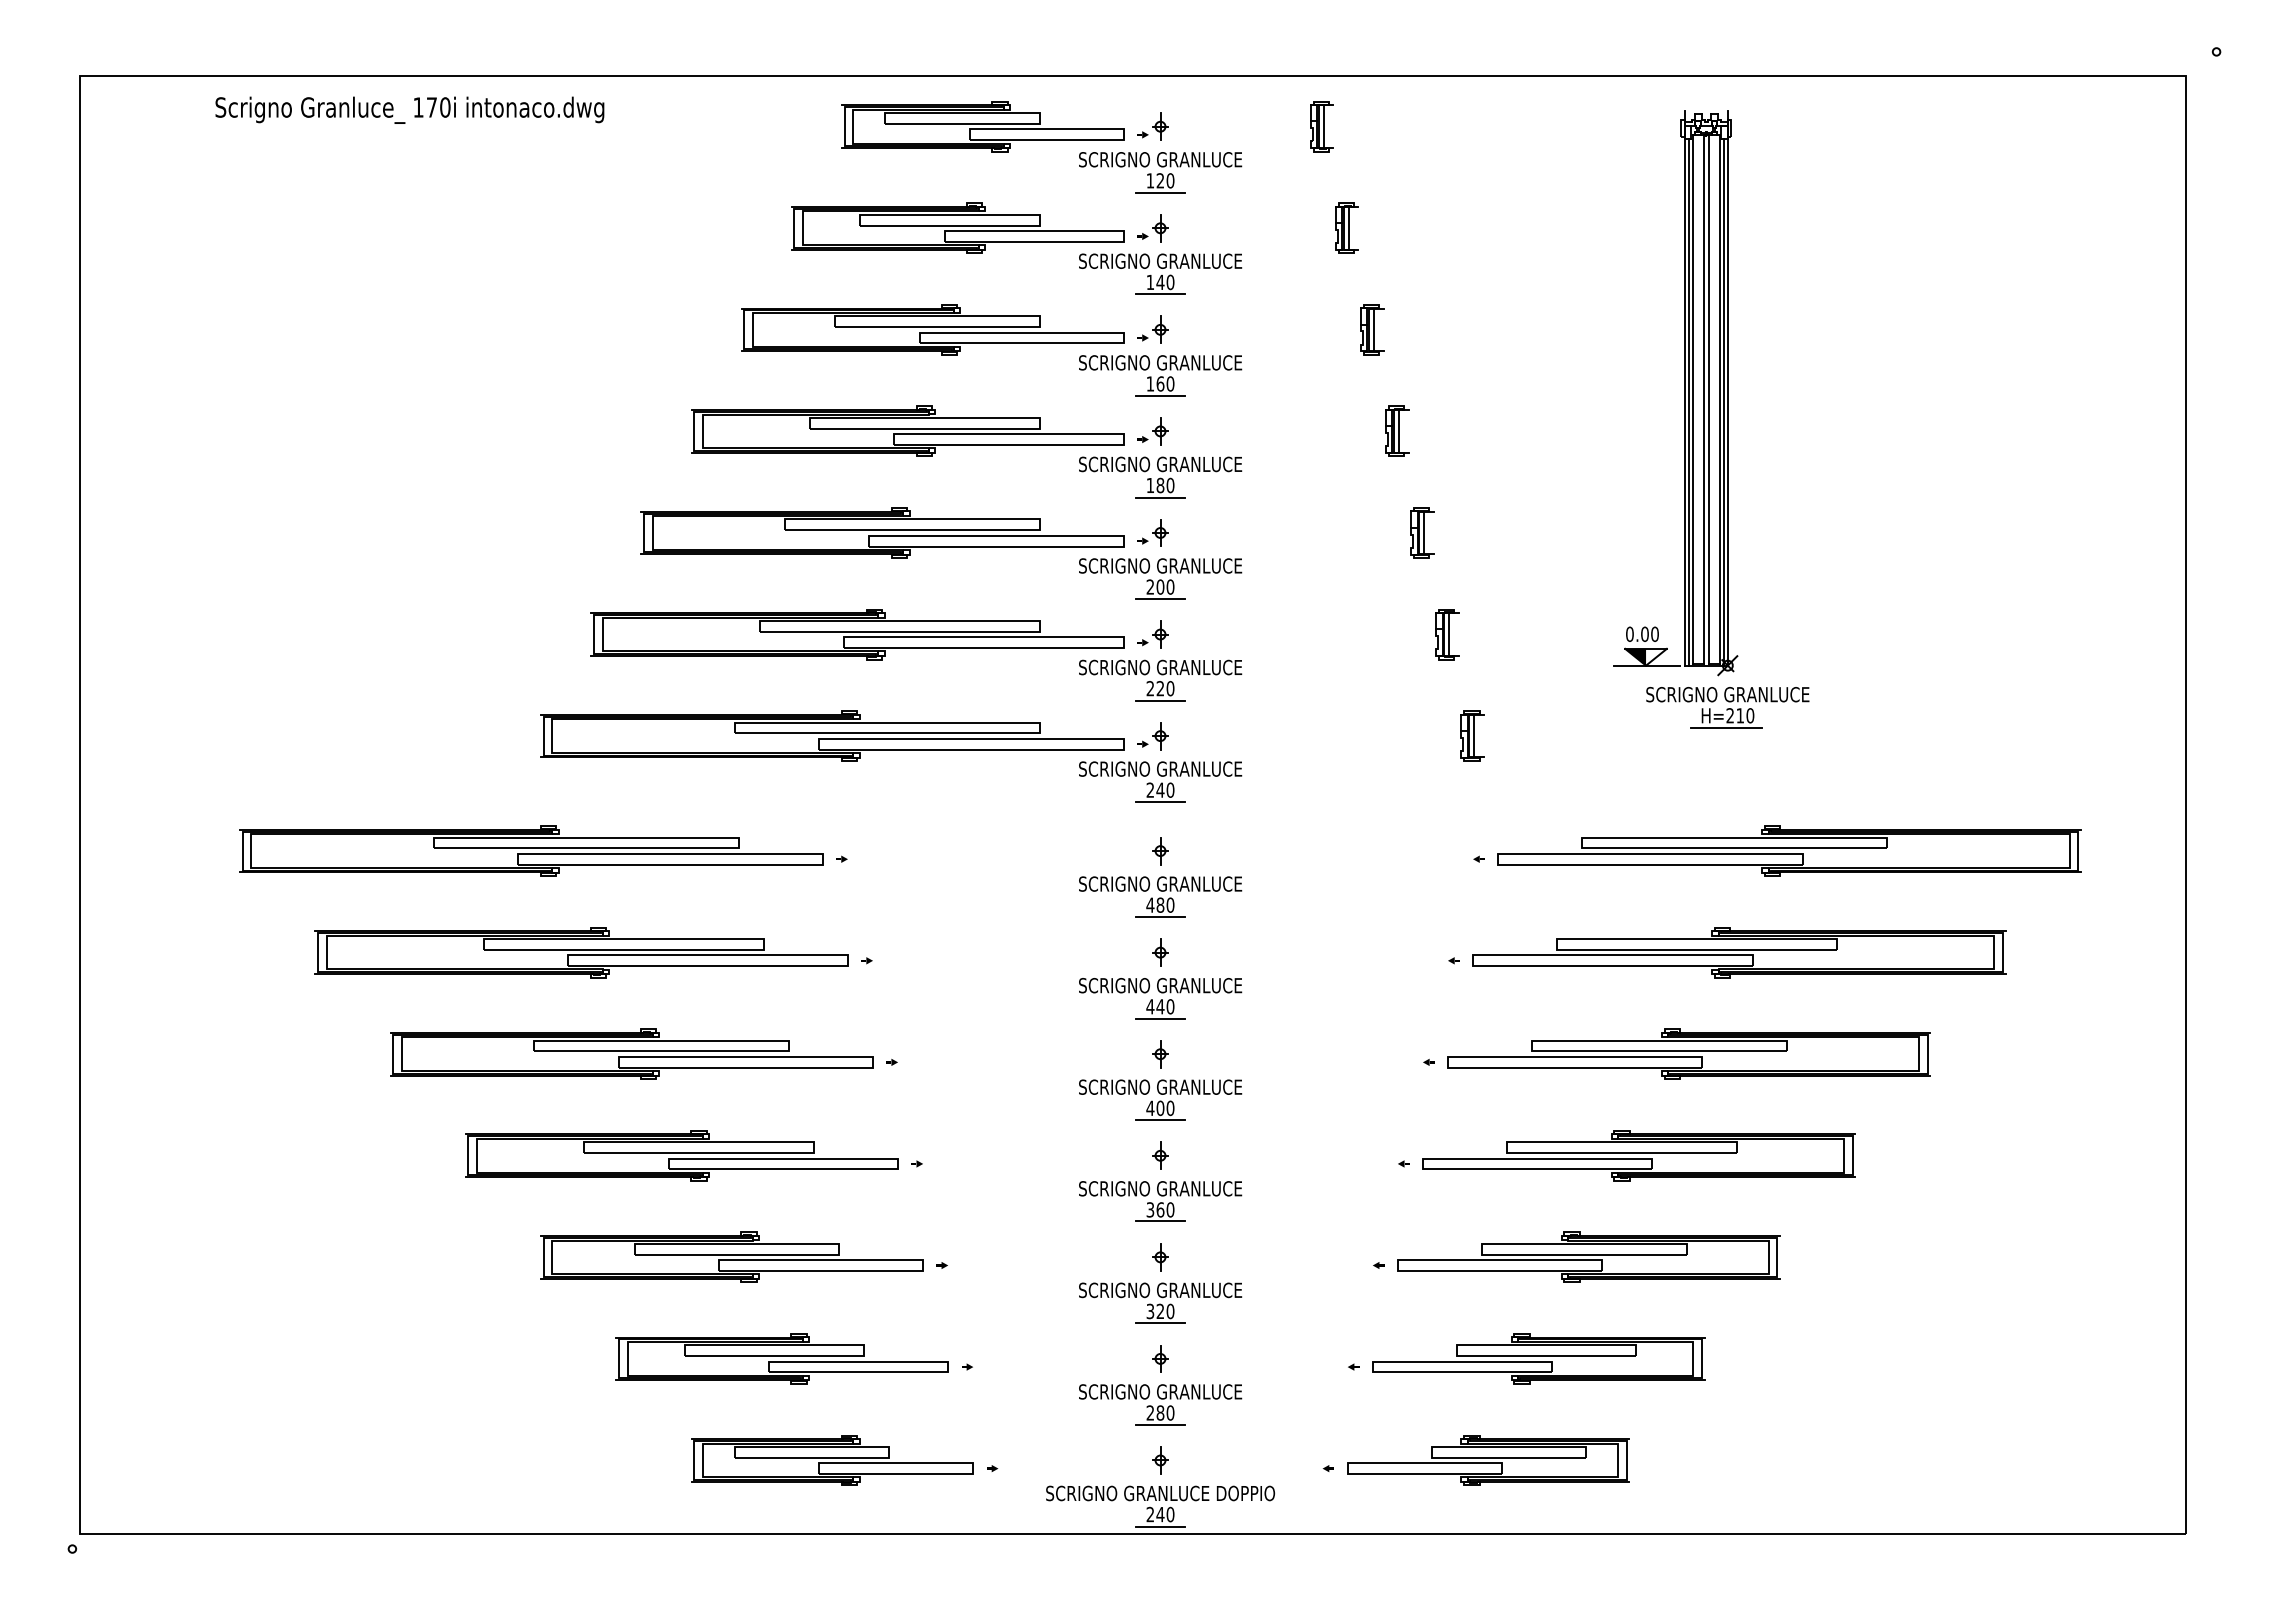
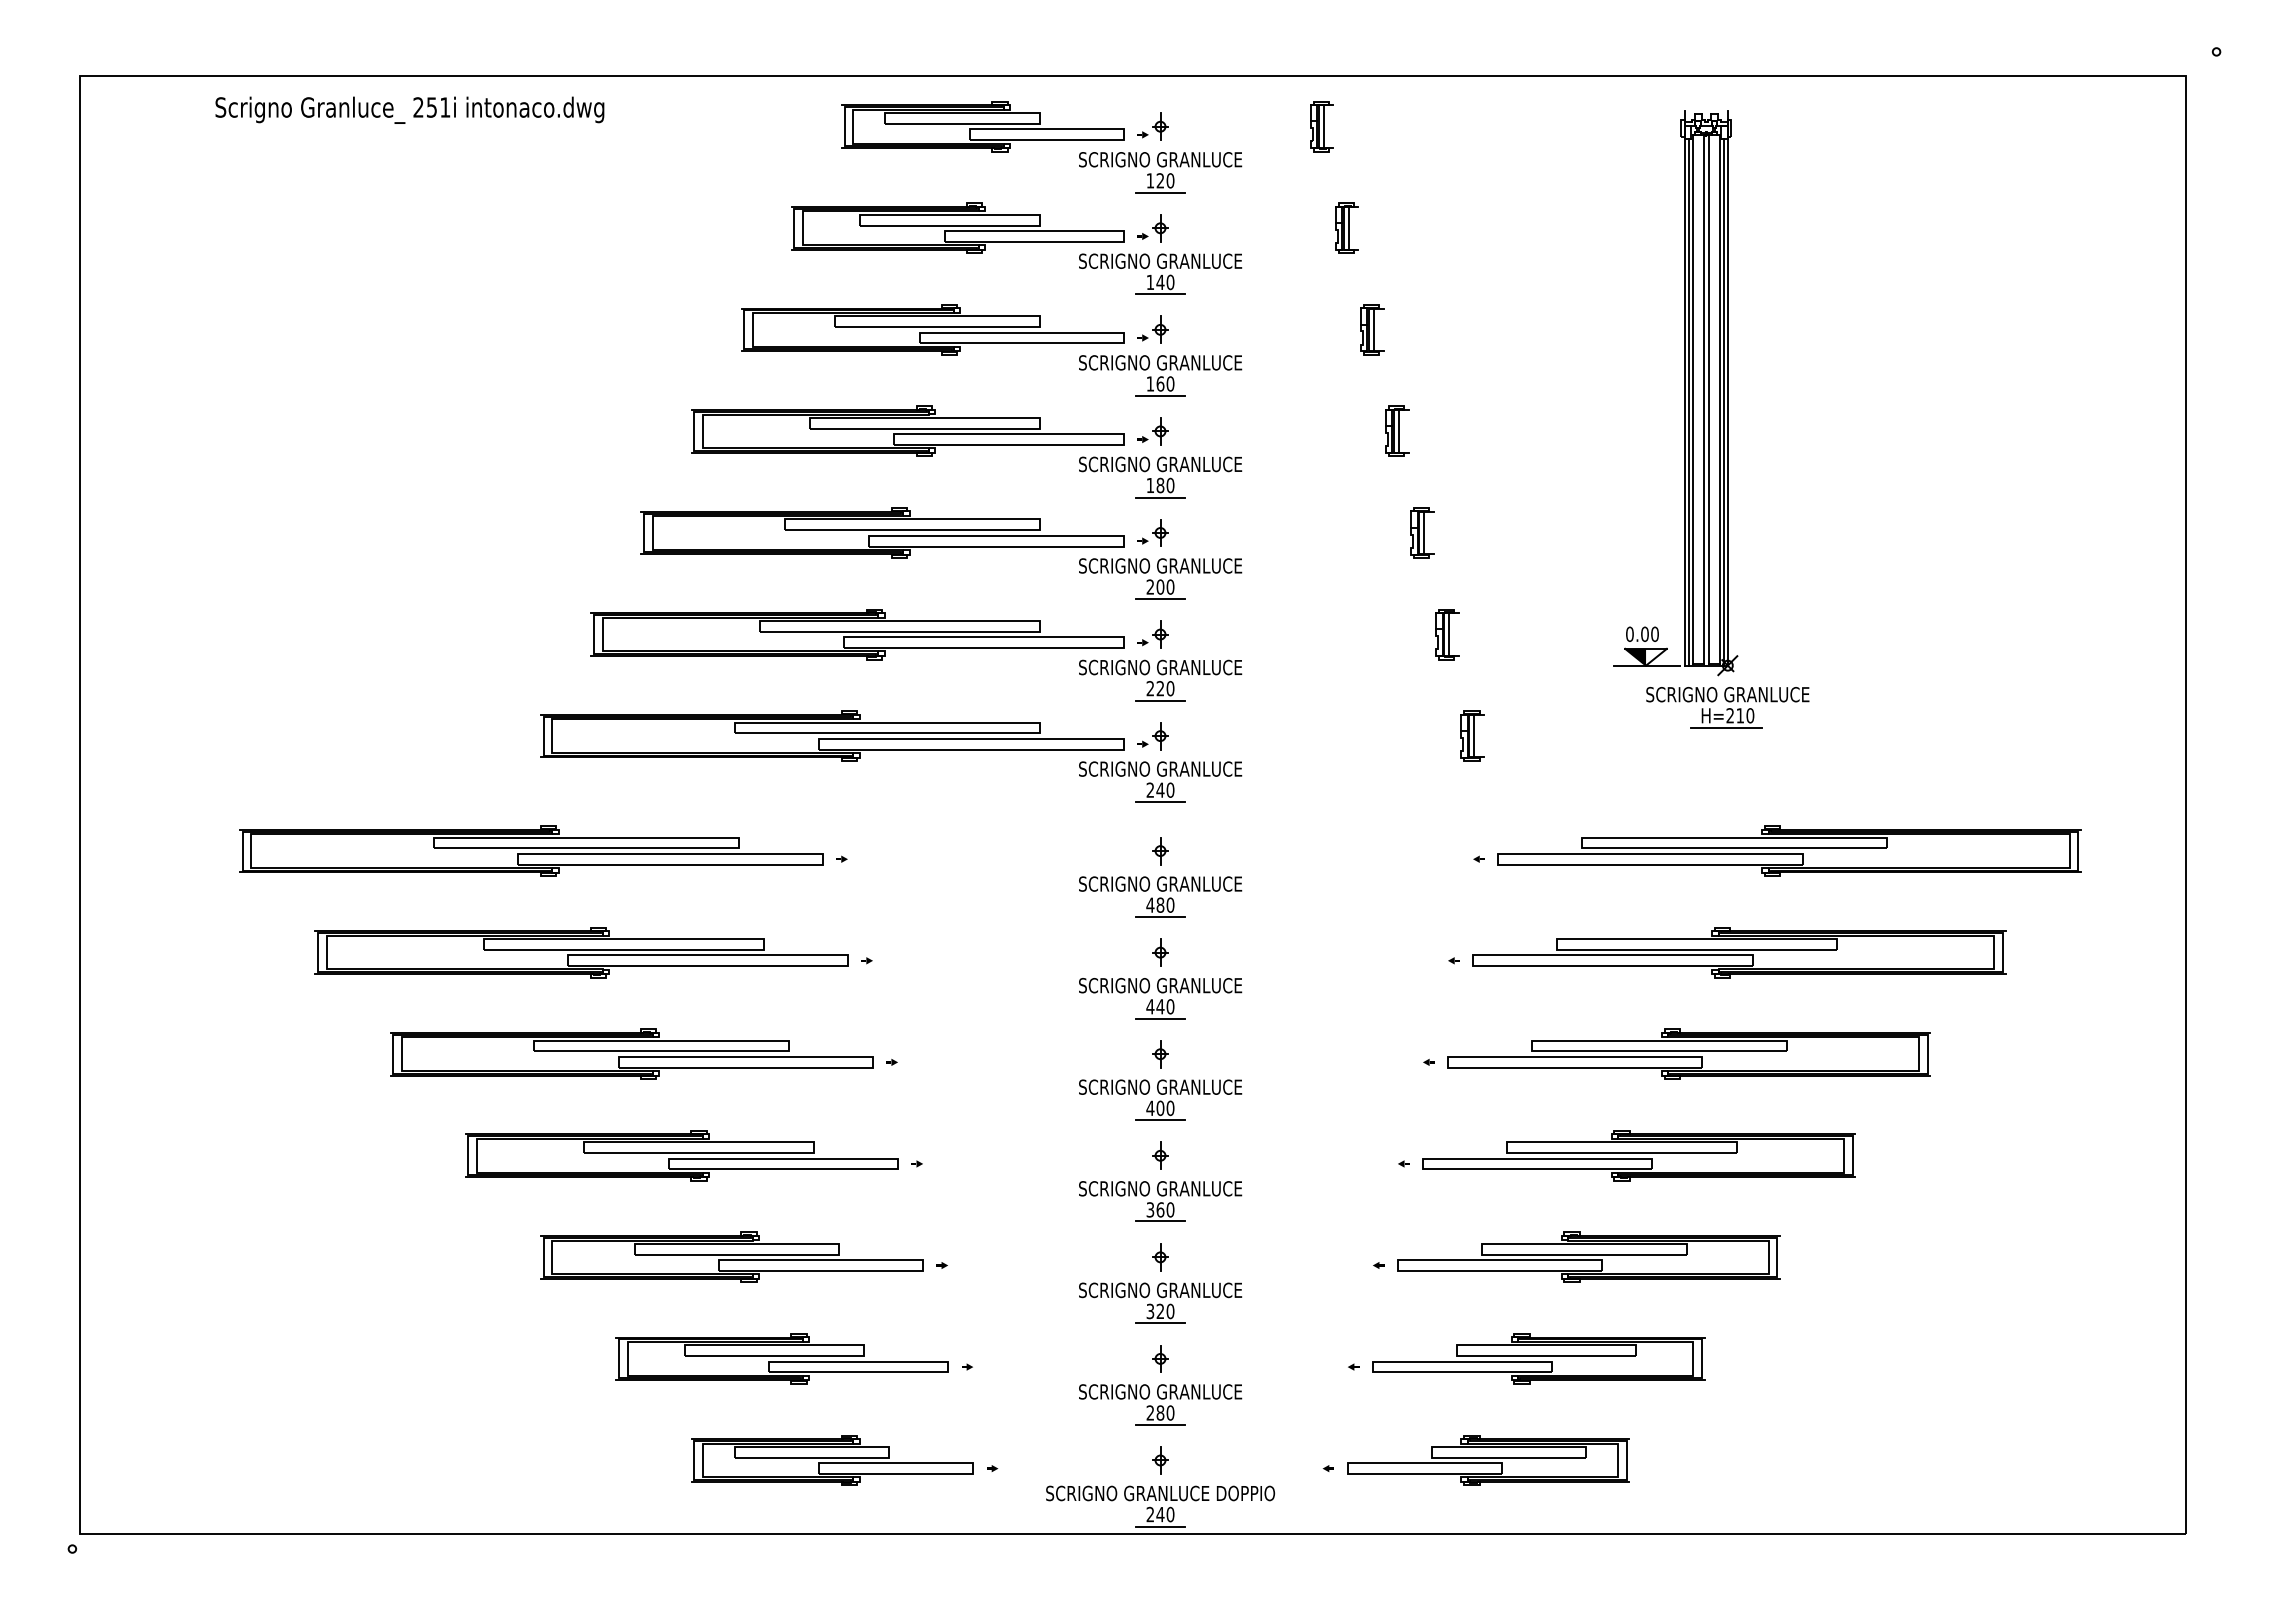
text at (431, 107): 170i -> 251i
